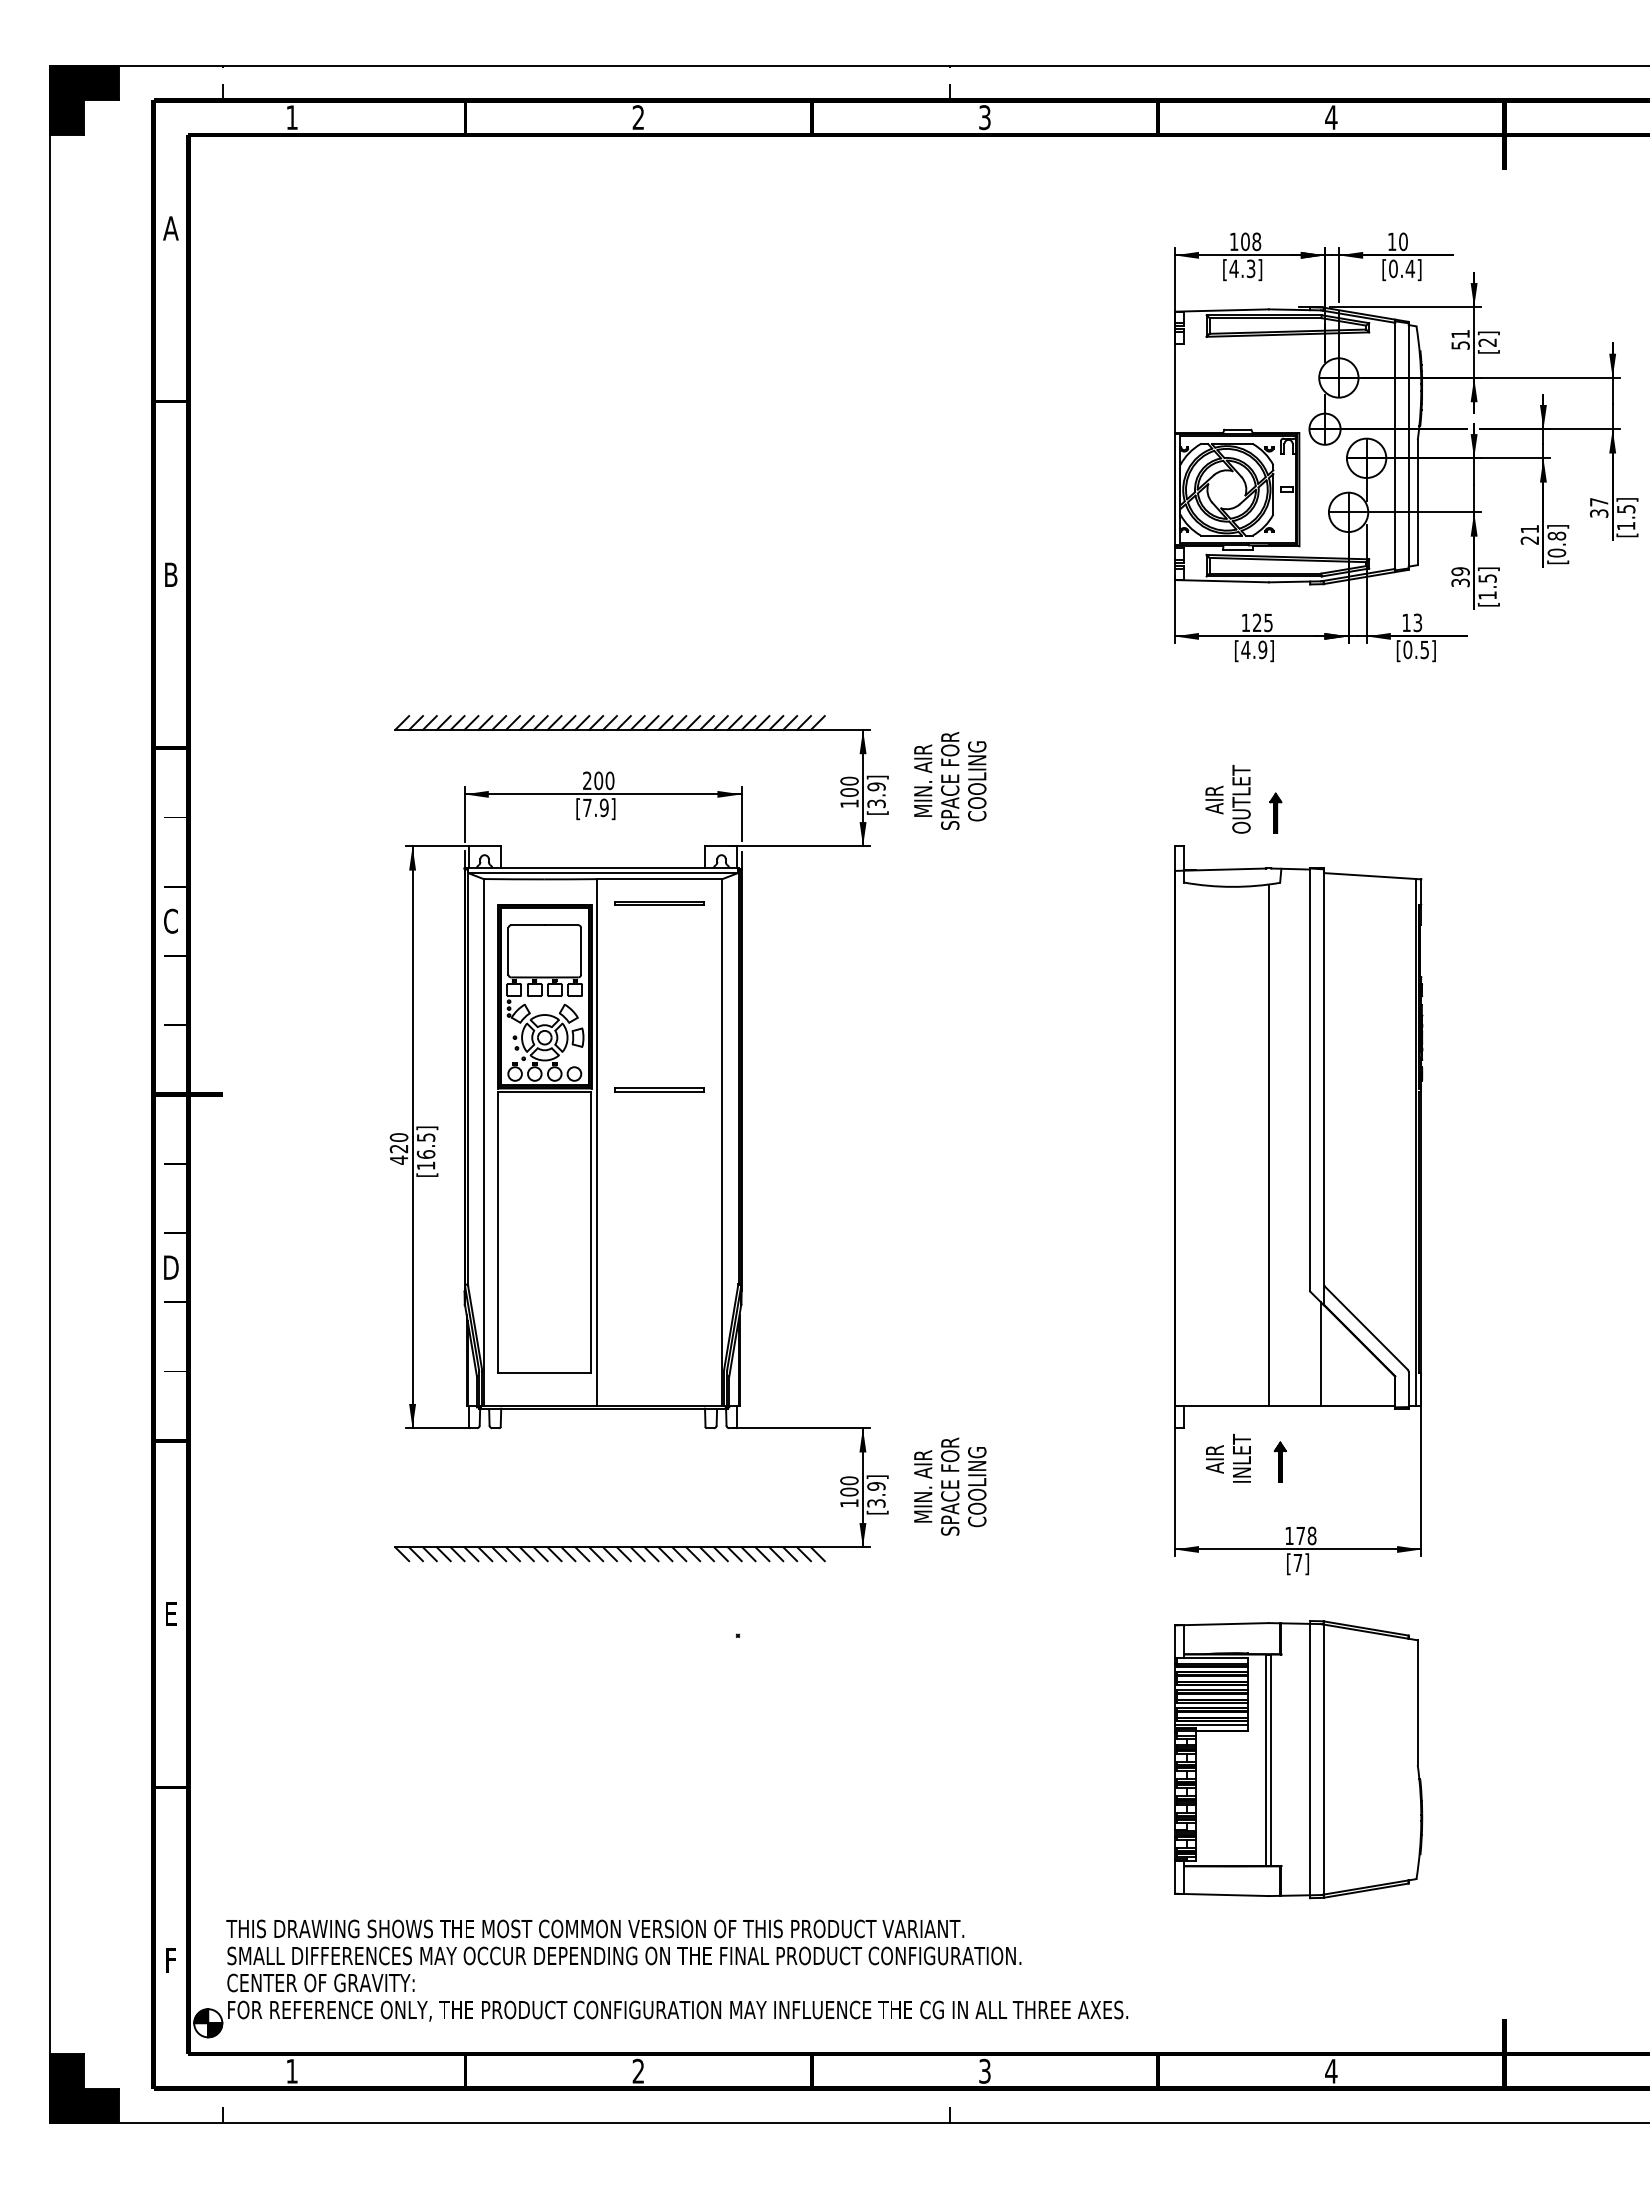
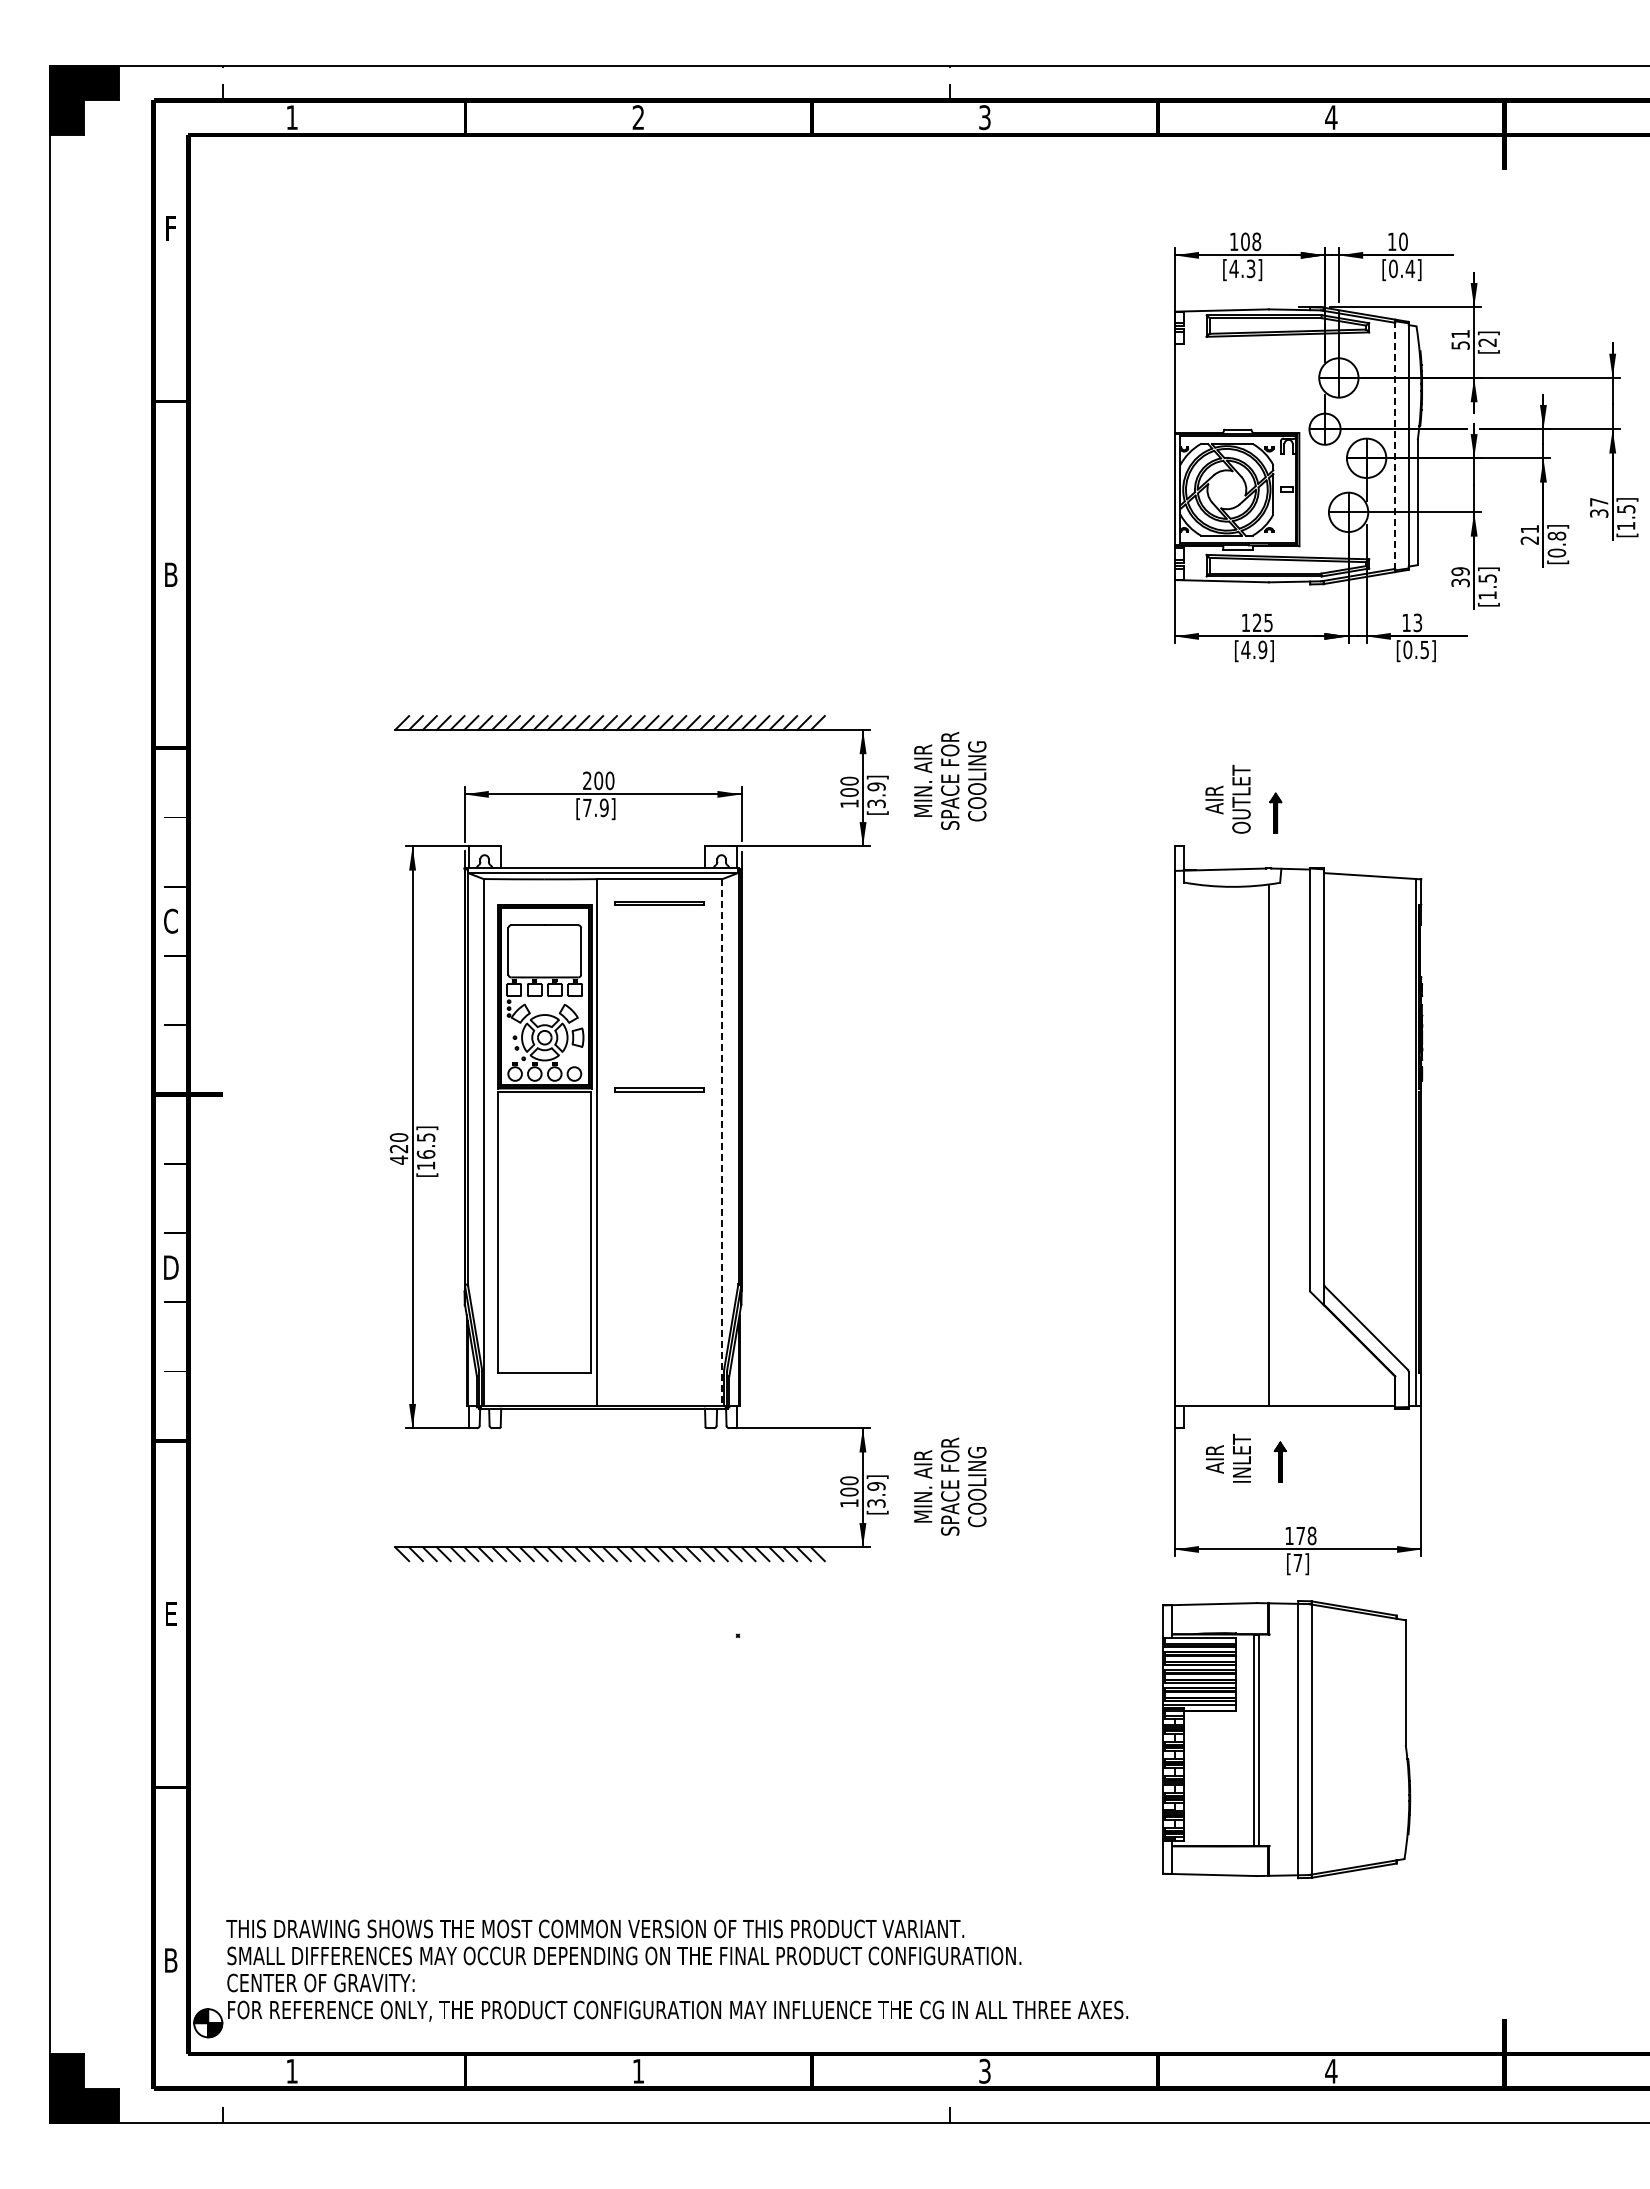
text at (170, 228): A -> F
line at (1395, 445): solid -> dashed
line at (722, 1143): solid -> dashed
line at (1320, 1354): present -> none
part at (1298, 1759) position: (1298, 1759) -> (1286, 1739)
text at (171, 1960): F -> B
text at (637, 2070): 2 -> 1
